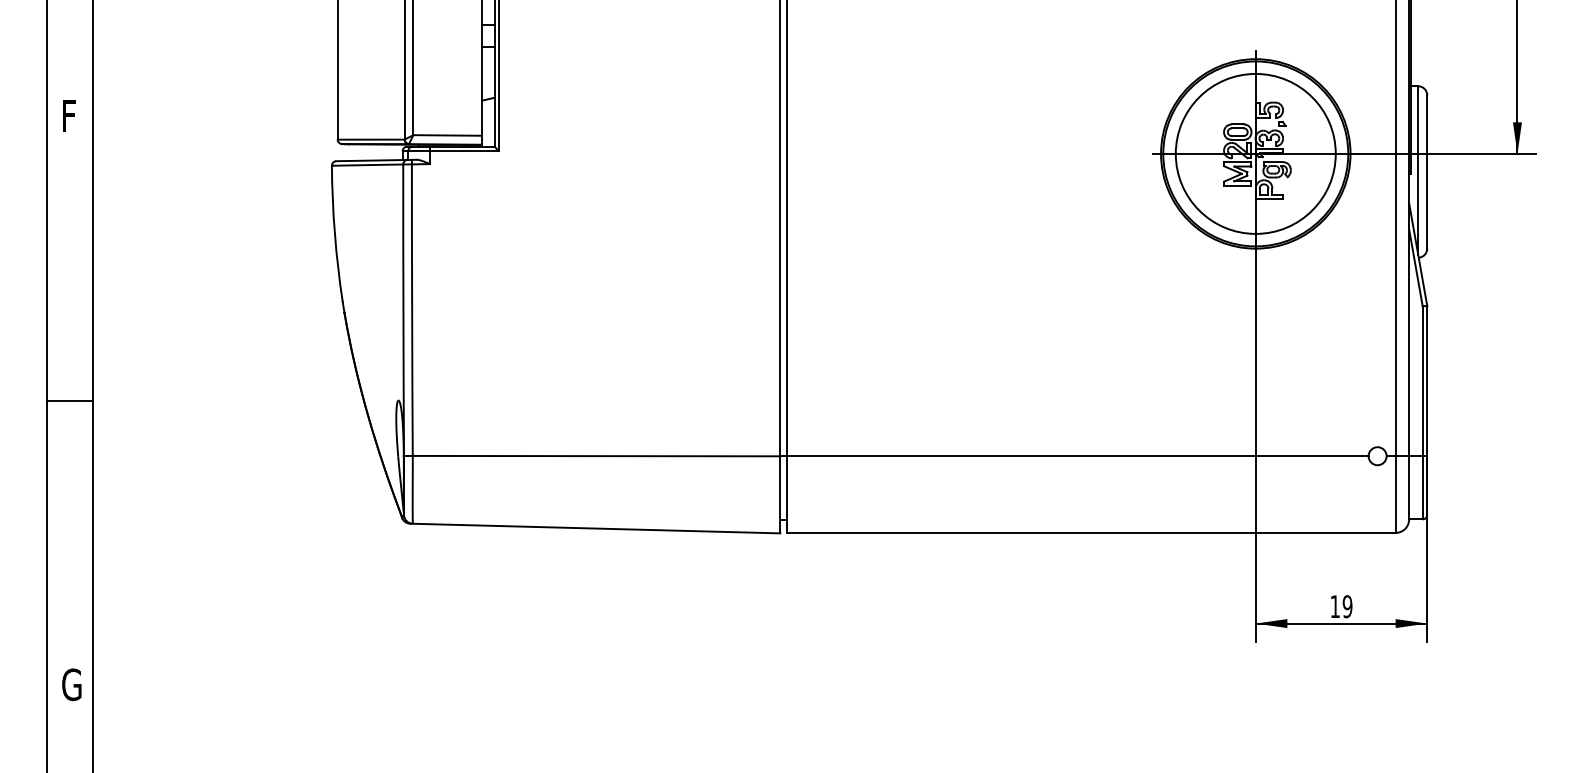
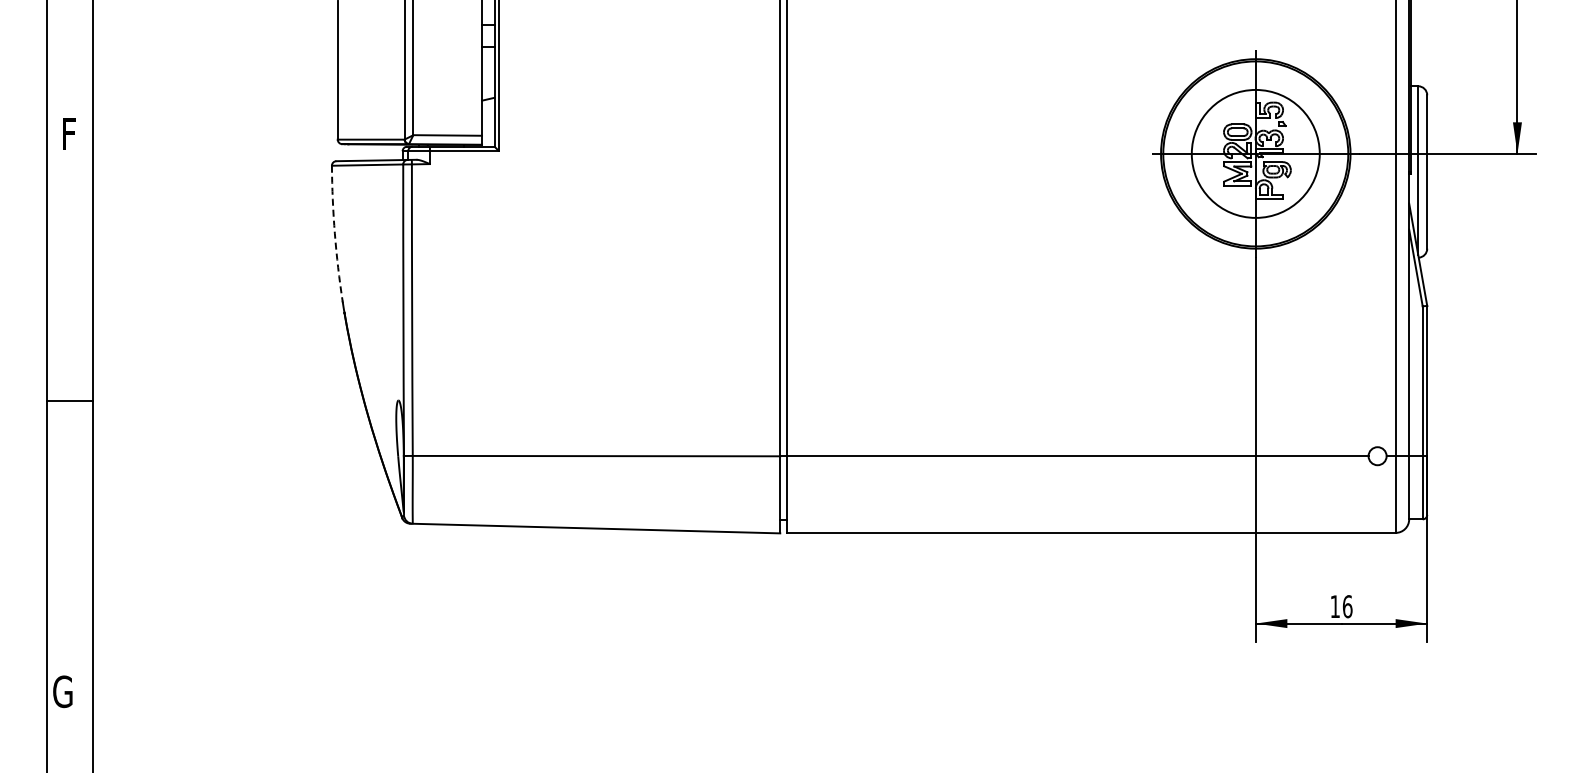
text at (69, 115) position: (69, 115) -> (69, 133)
circle at (1255, 153) diameter: 160 px -> 128 px
arc at (334, 233): solid -> dashed
text at (1347, 606): 19 -> 16
text at (71, 684) position: (71, 684) -> (62, 691)
